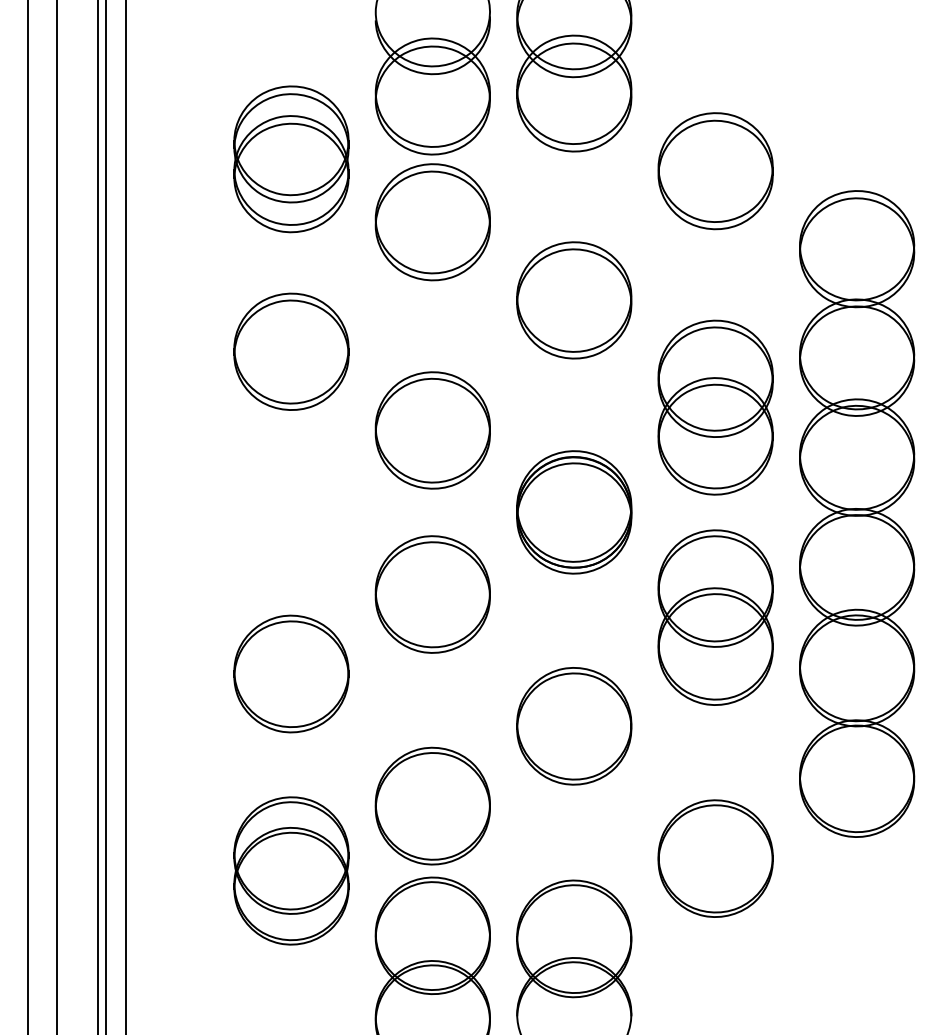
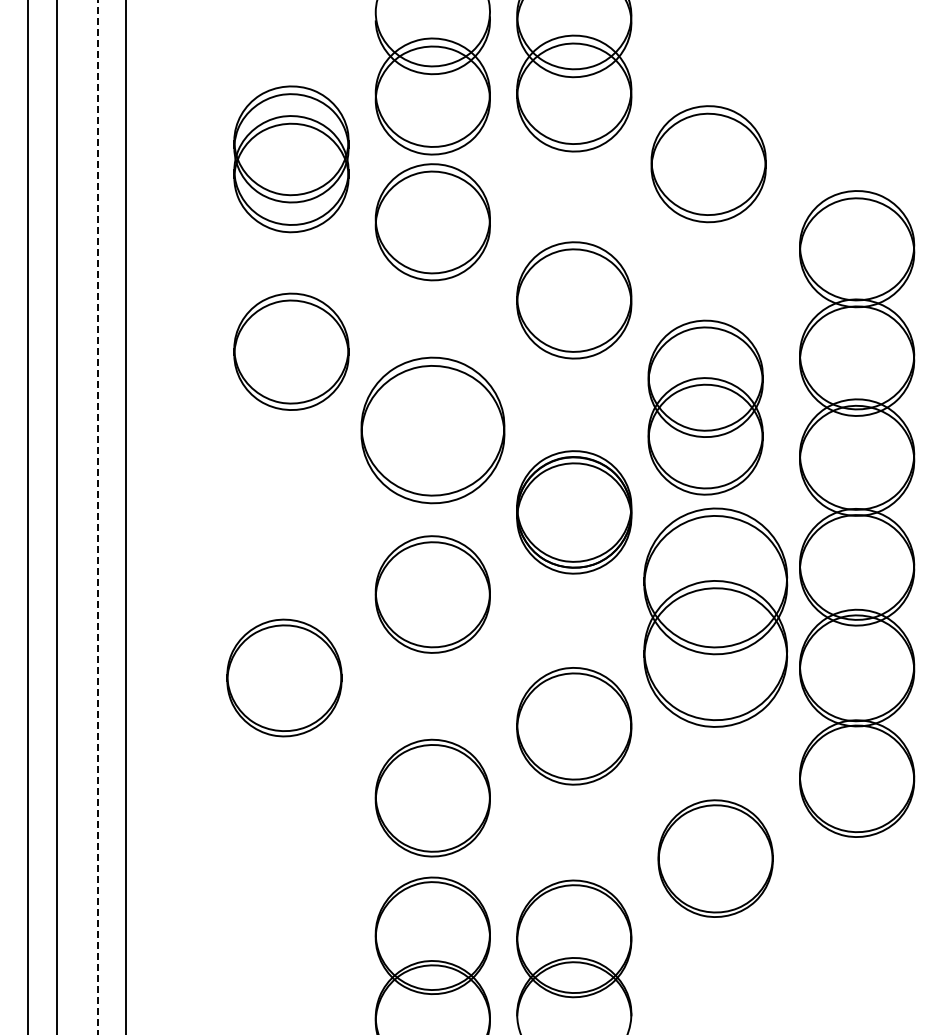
part at (715, 171) position: (715, 171) -> (708, 164)
part at (715, 407) position: (715, 407) -> (705, 407)
part at (432, 430) size: 117x119 px -> 146x149 px
line at (105, 516): present -> none
line at (97, 517): solid -> dashed
part at (715, 617) size: 117x177 px -> 146x221 px
part at (291, 673) position: (291, 673) -> (284, 677)
part at (432, 805) position: (432, 805) -> (432, 797)
part at (291, 870): present -> none
